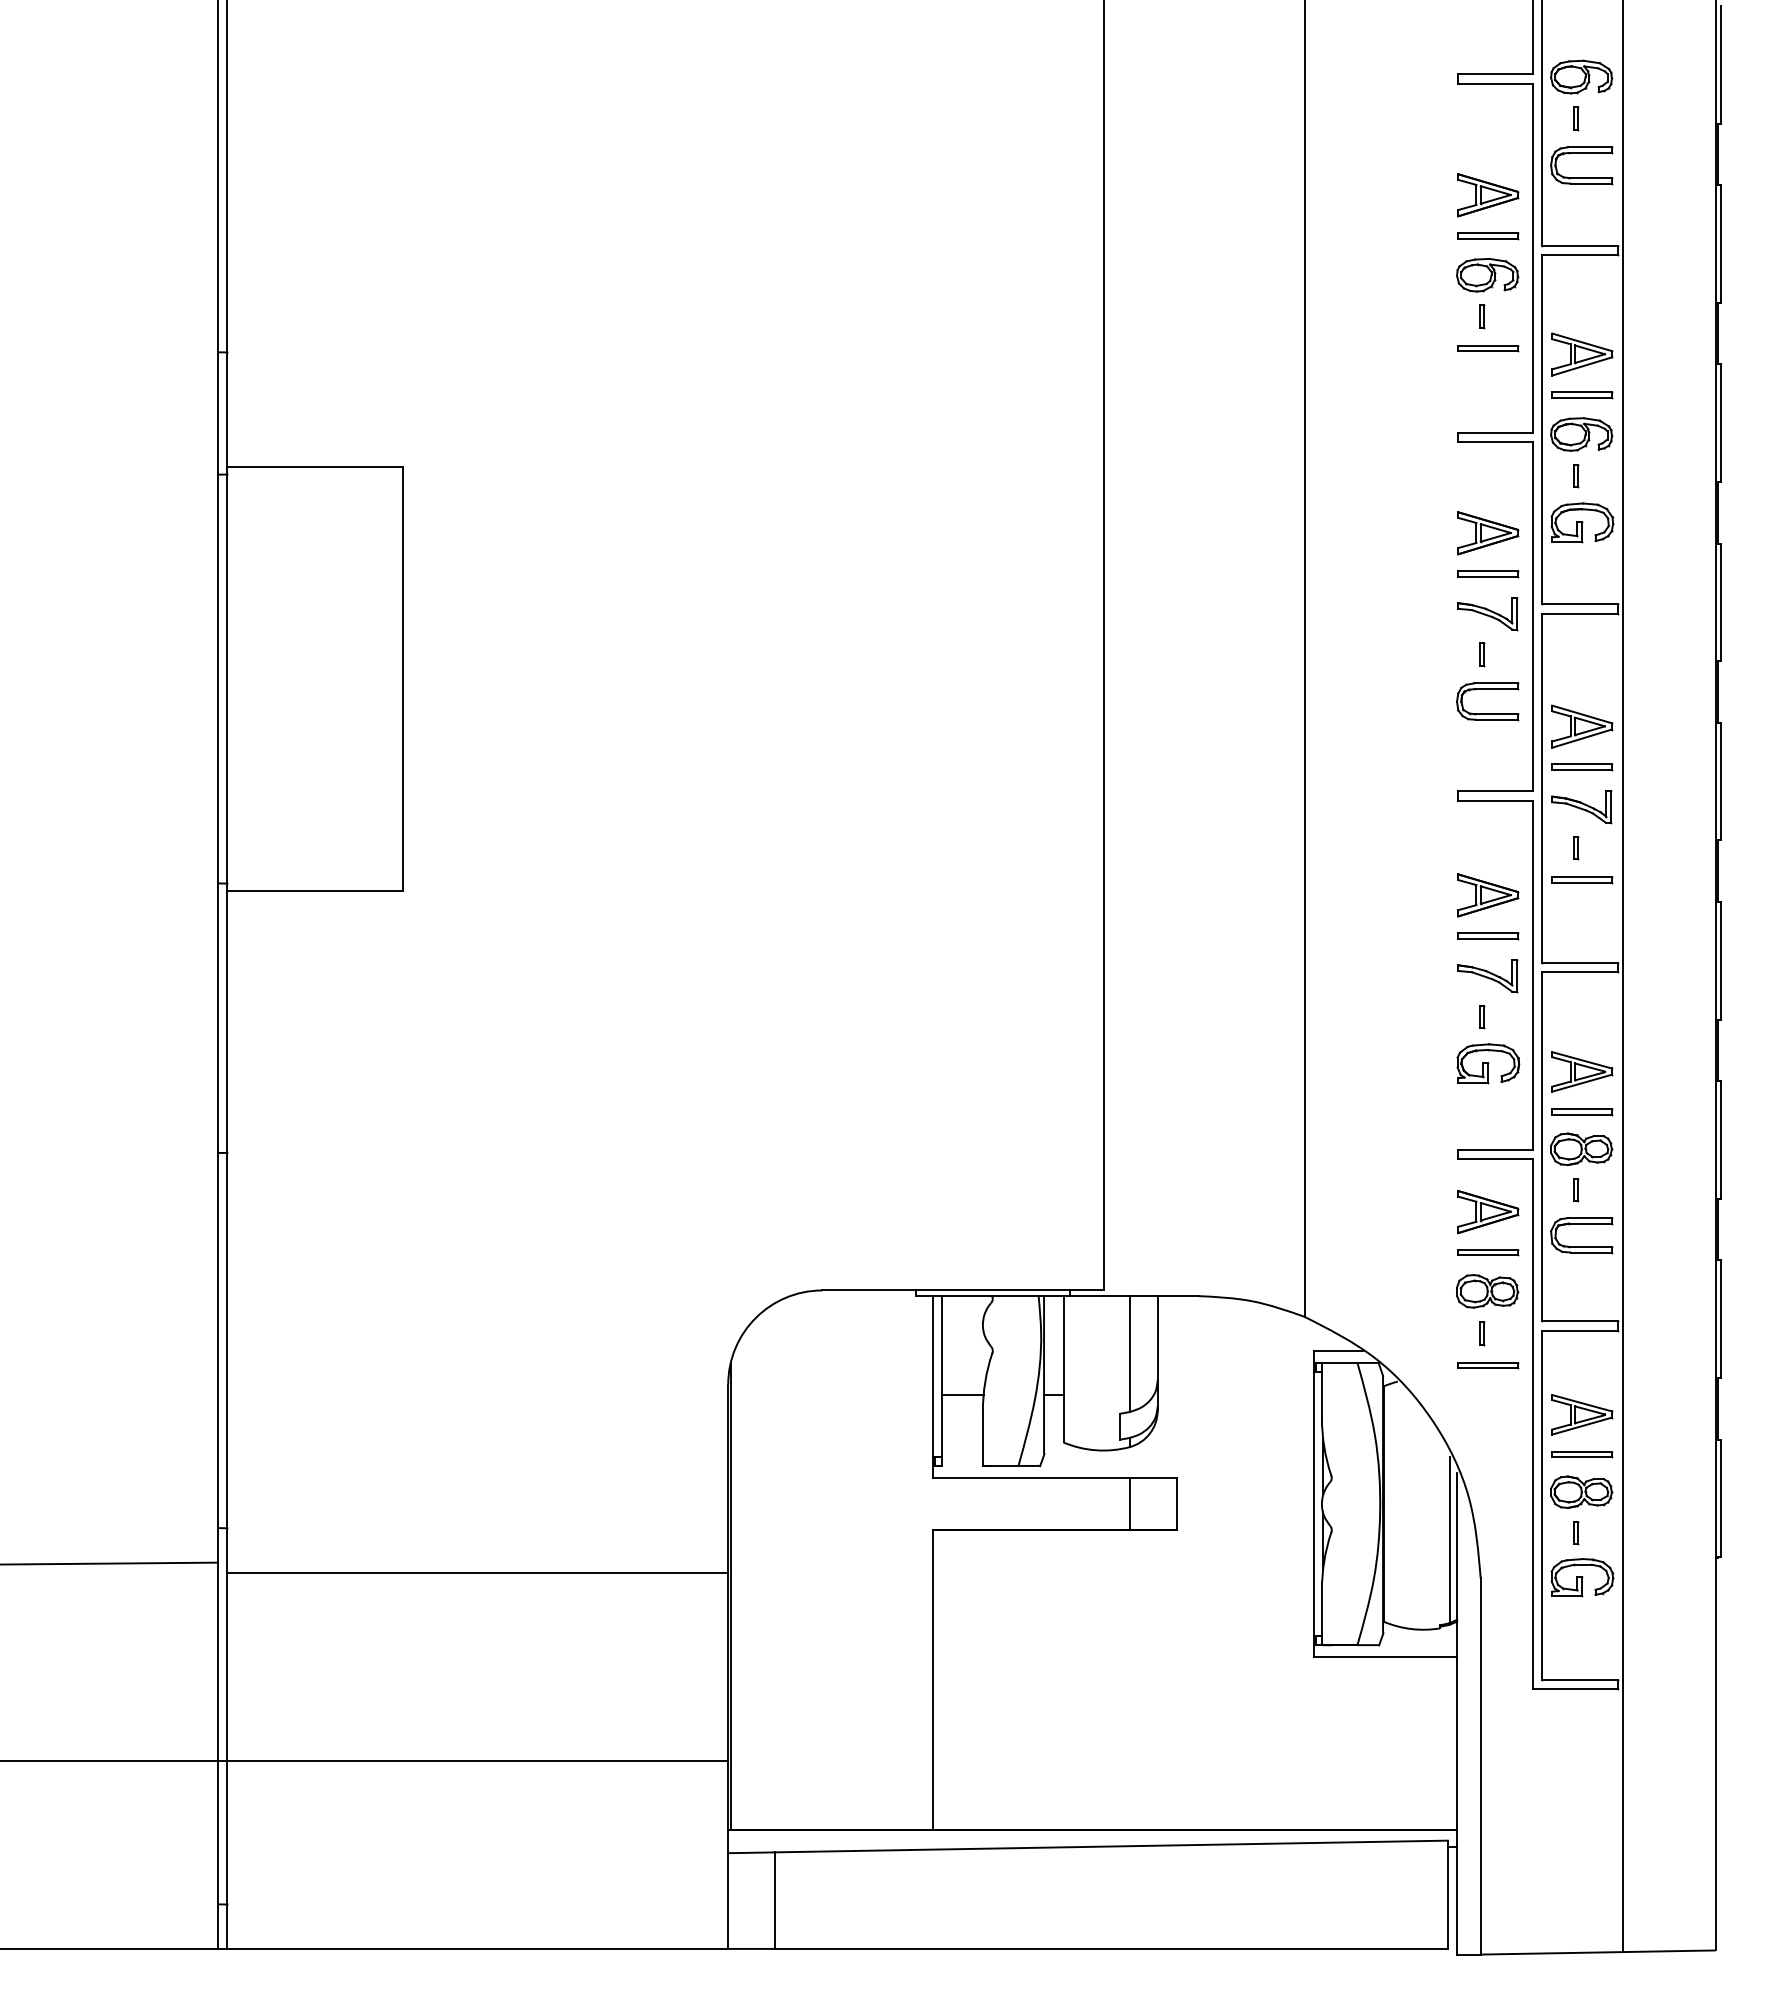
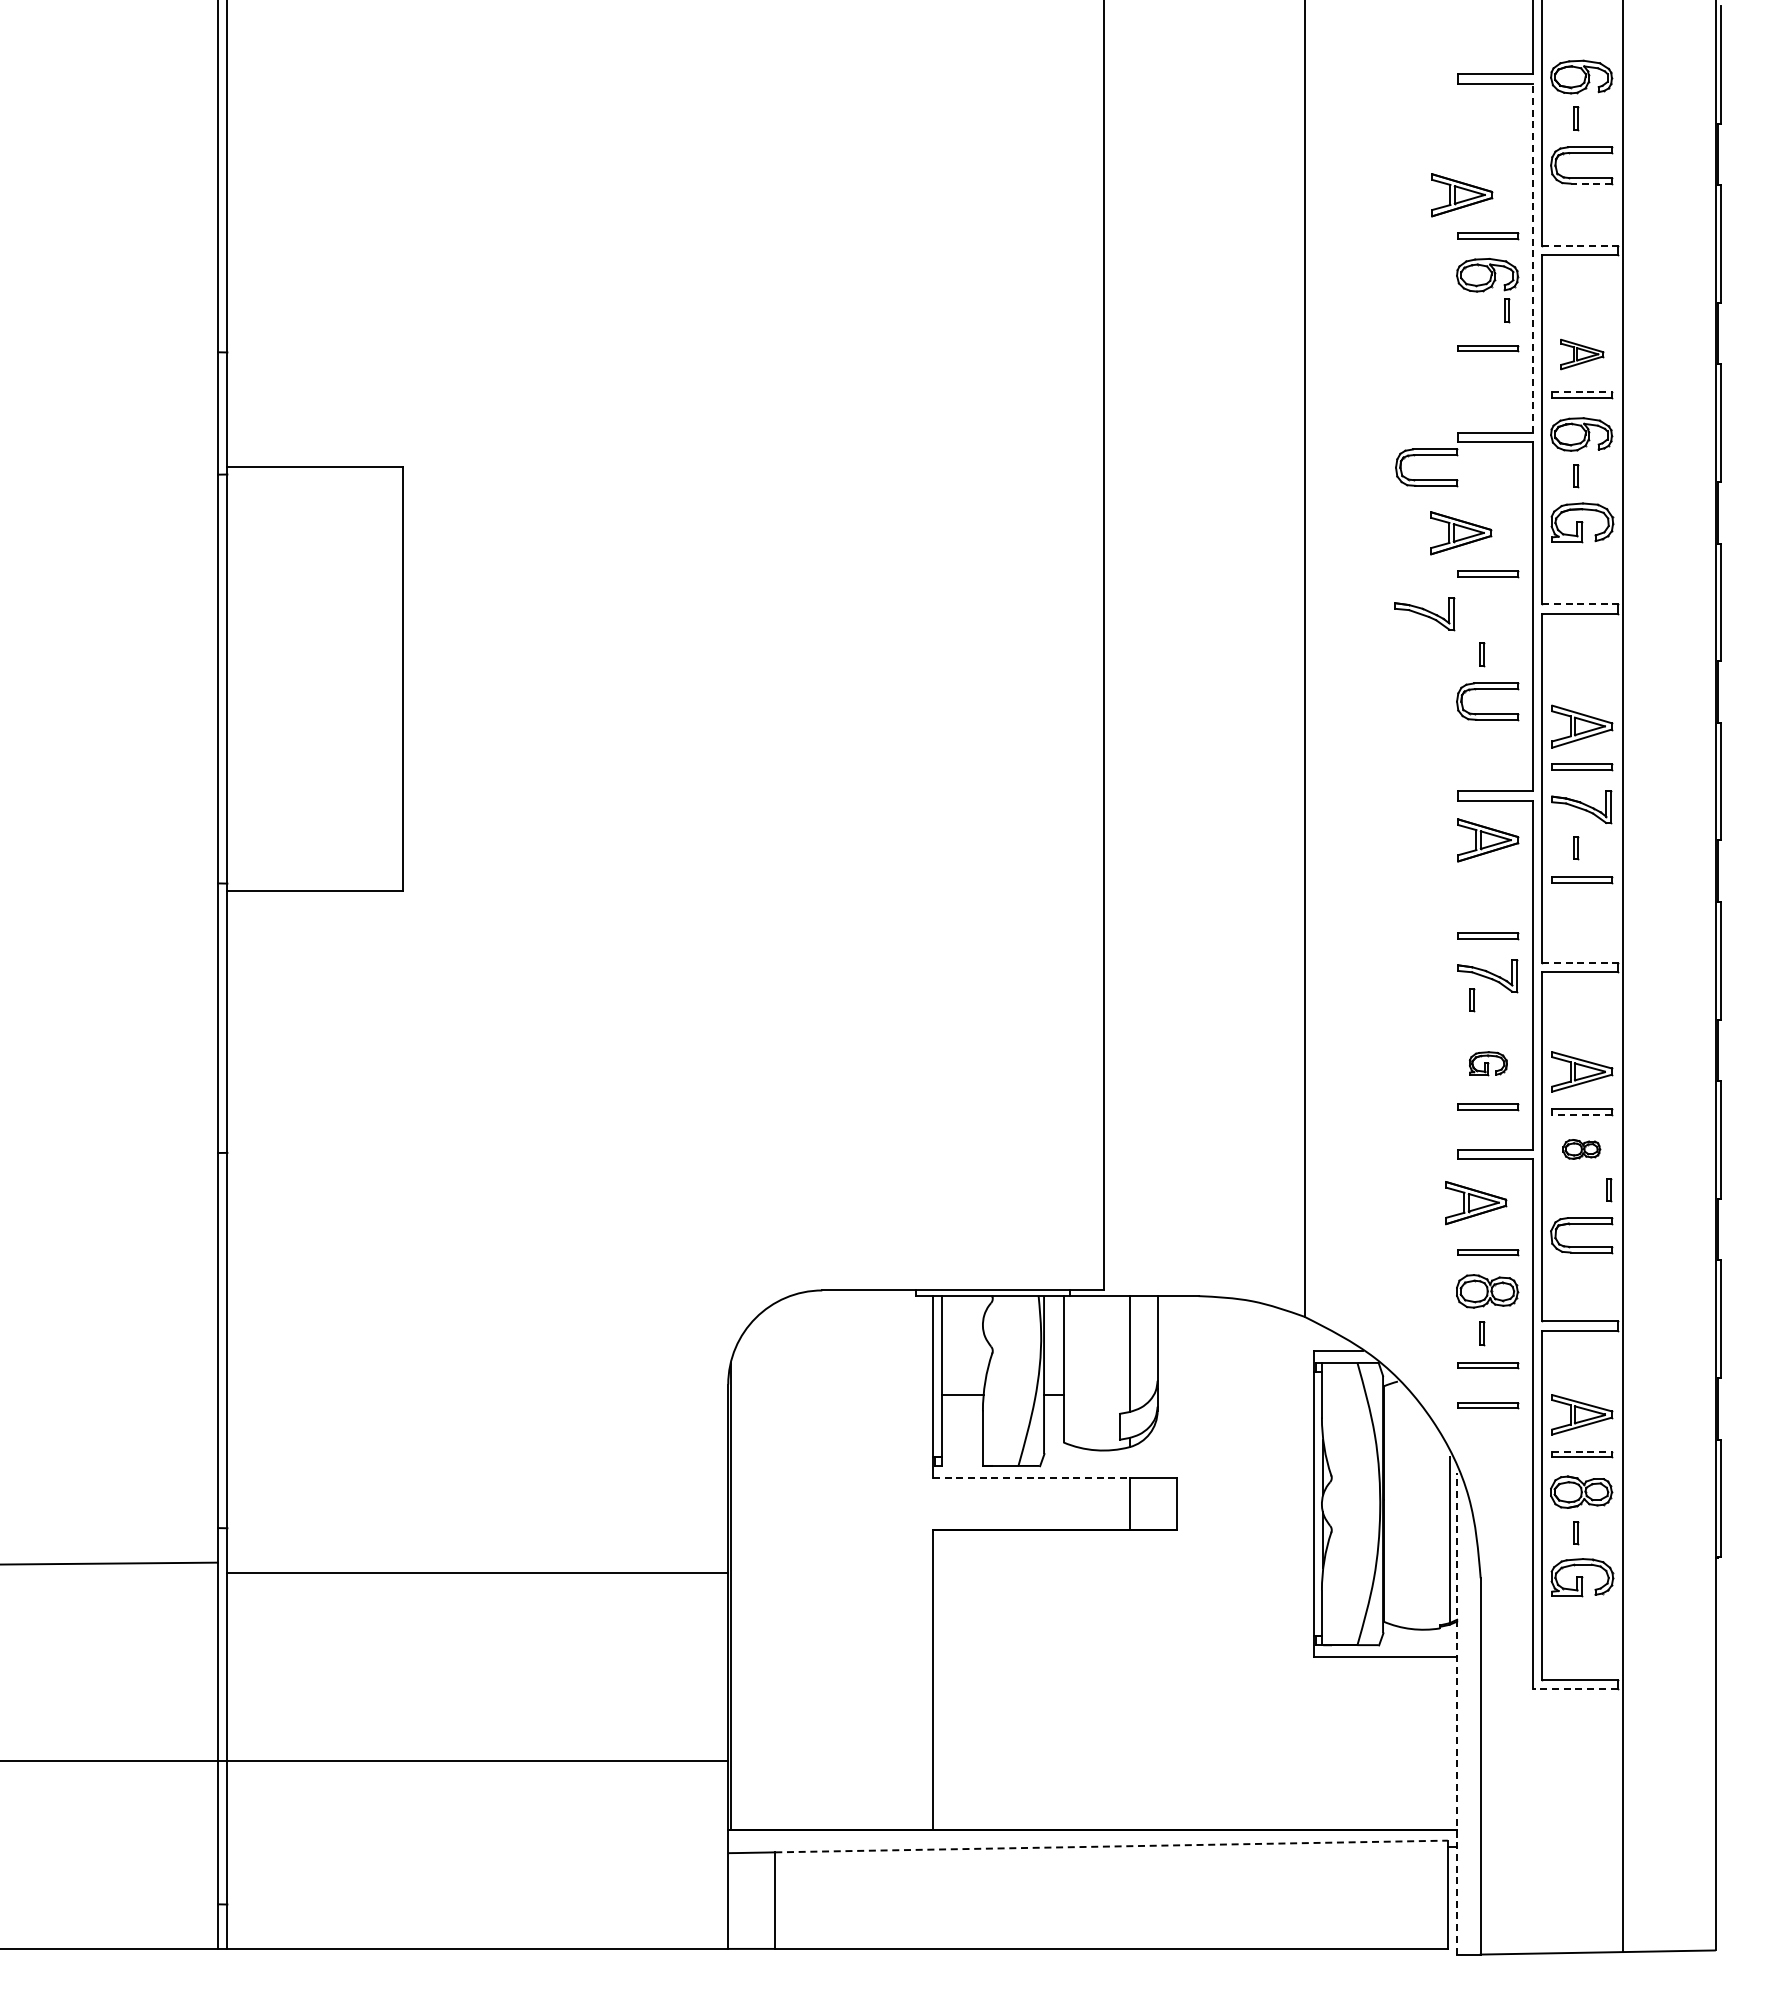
line at (1591, 183): solid -> dashed
part at (1488, 195) position: (1488, 195) -> (1462, 195)
line at (1579, 246): solid -> dashed
line at (1532, 257): solid -> dashed
part at (1482, 316) position: (1482, 316) -> (1507, 310)
part at (1582, 354) size: 63x45 px -> 45x33 px
line at (1582, 392): solid -> dashed
part at (1426, 455): none -> present
part at (1488, 533) position: (1488, 533) -> (1461, 533)
line at (1579, 604): solid -> dashed
part at (1487, 614) position: (1487, 614) -> (1424, 614)
part at (1488, 895) position: (1488, 895) -> (1488, 840)
line at (1579, 962): solid -> dashed
part at (1482, 1017) position: (1482, 1017) -> (1472, 1000)
part at (1488, 1063) size: 65x42 px -> 39x26 px
part at (1488, 1107): none -> present
line at (1582, 1114): solid -> dashed
part at (1581, 1149) size: 64x35 px -> 40x21 px
part at (1576, 1190) position: (1576, 1190) -> (1609, 1190)
part at (1488, 1212) position: (1488, 1212) -> (1476, 1203)
part at (1488, 1405): none -> present
line at (1582, 1451): solid -> dashed
line at (1031, 1477): solid -> dashed
line at (1574, 1688): solid -> dashed
line at (1457, 1713): solid -> dashed
line at (1112, 1846): solid -> dashed
